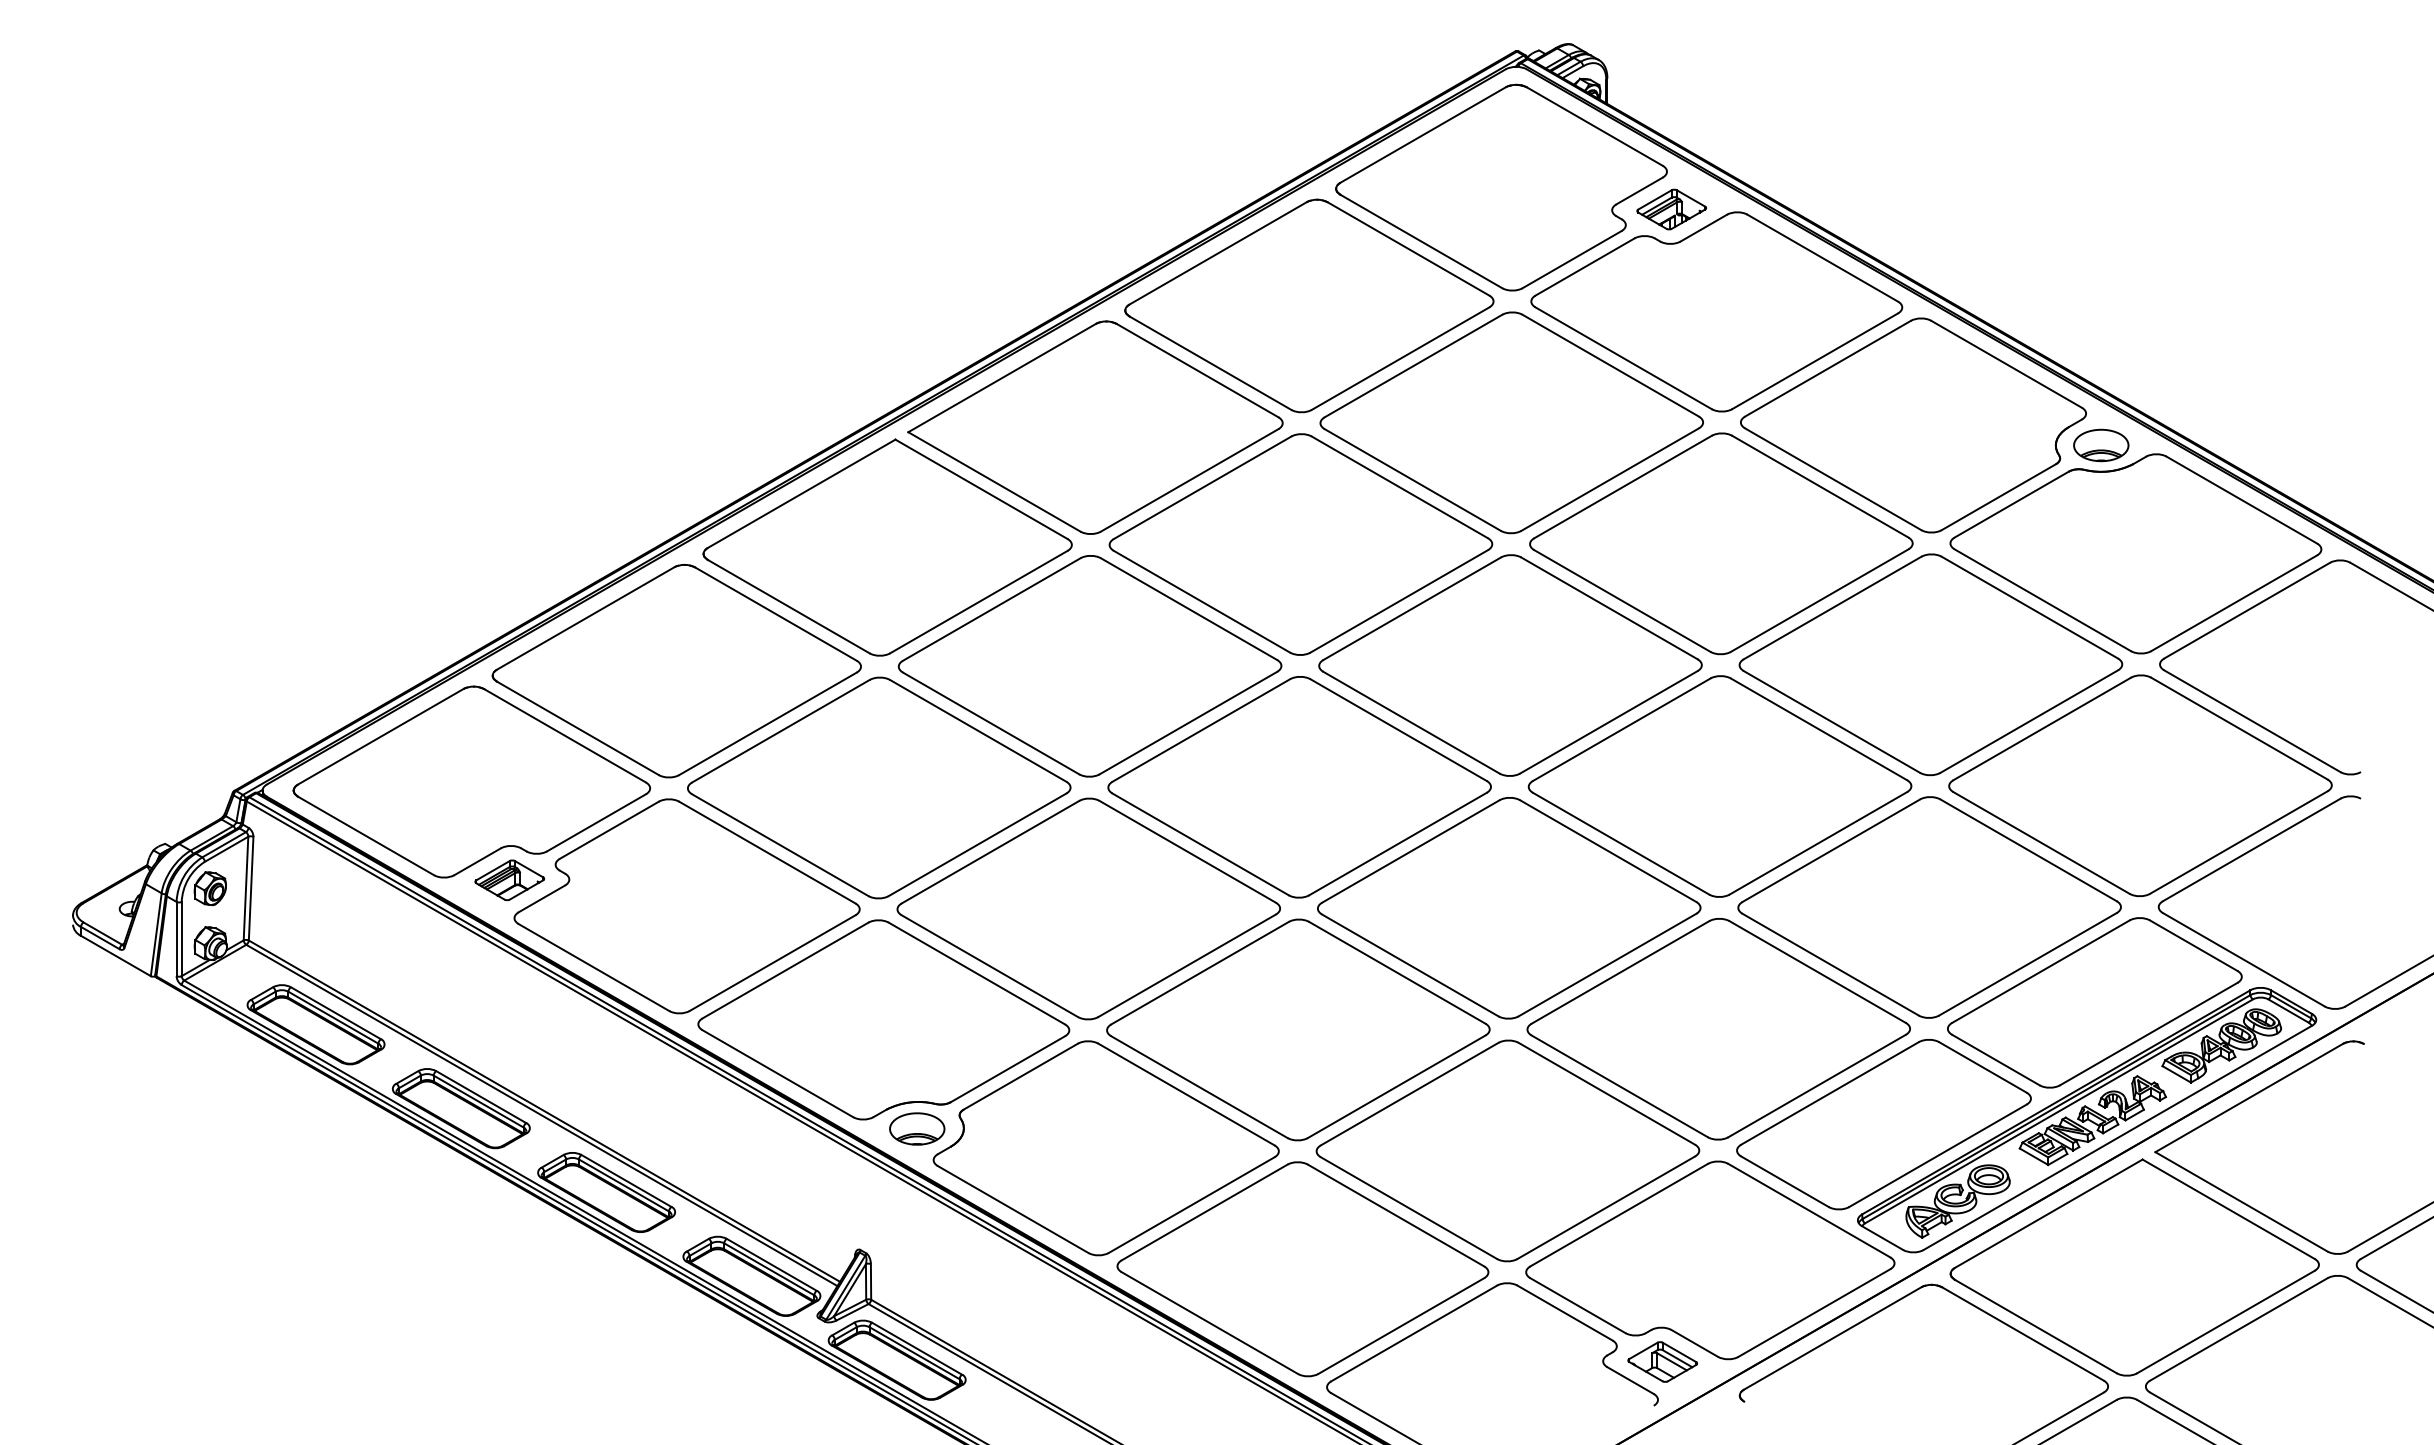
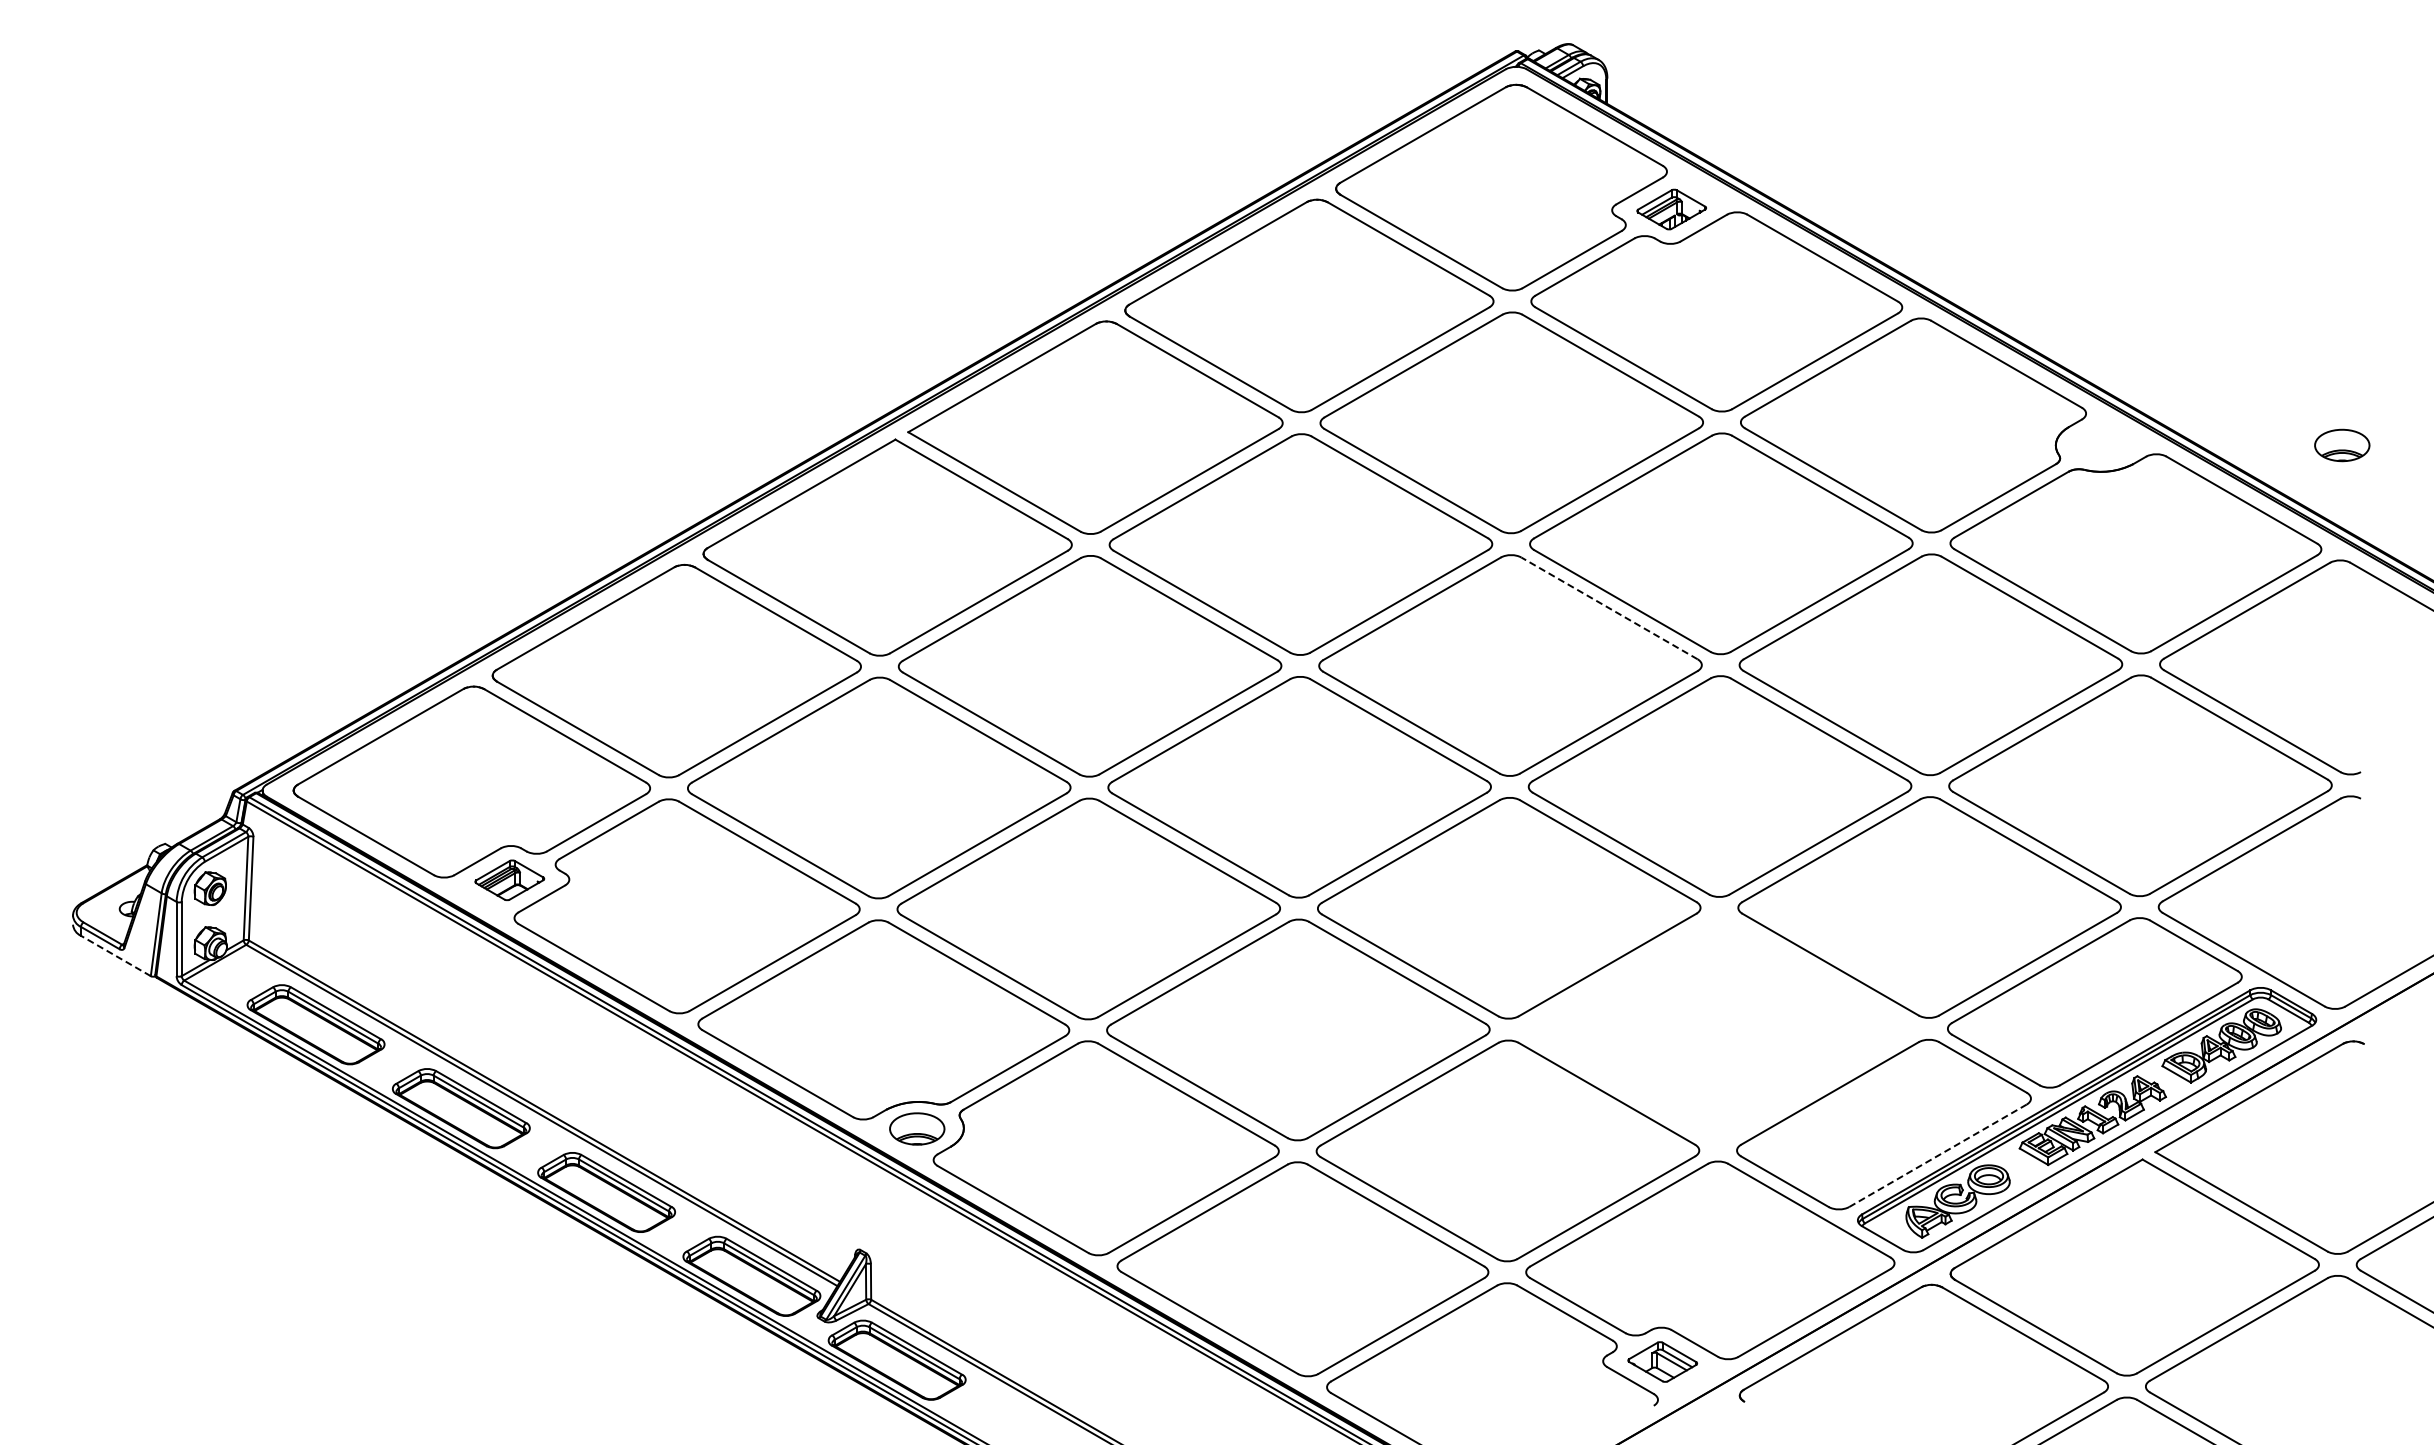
part at (2101, 445) position: (2101, 445) -> (2342, 445)
line at (1609, 608): solid -> dashed
line at (115, 955): solid -> dashed
part at (1718, 1029): present -> none
line at (1938, 1155): solid -> dashed
